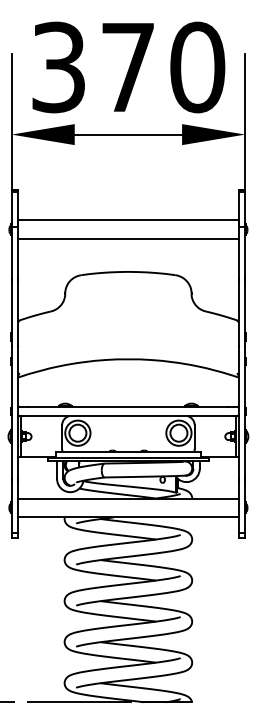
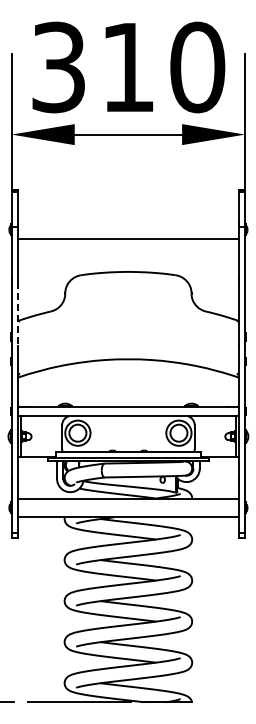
text at (127, 67): 370 -> 310
line at (127, 220): present -> none
line at (17, 314): solid -> dashed
